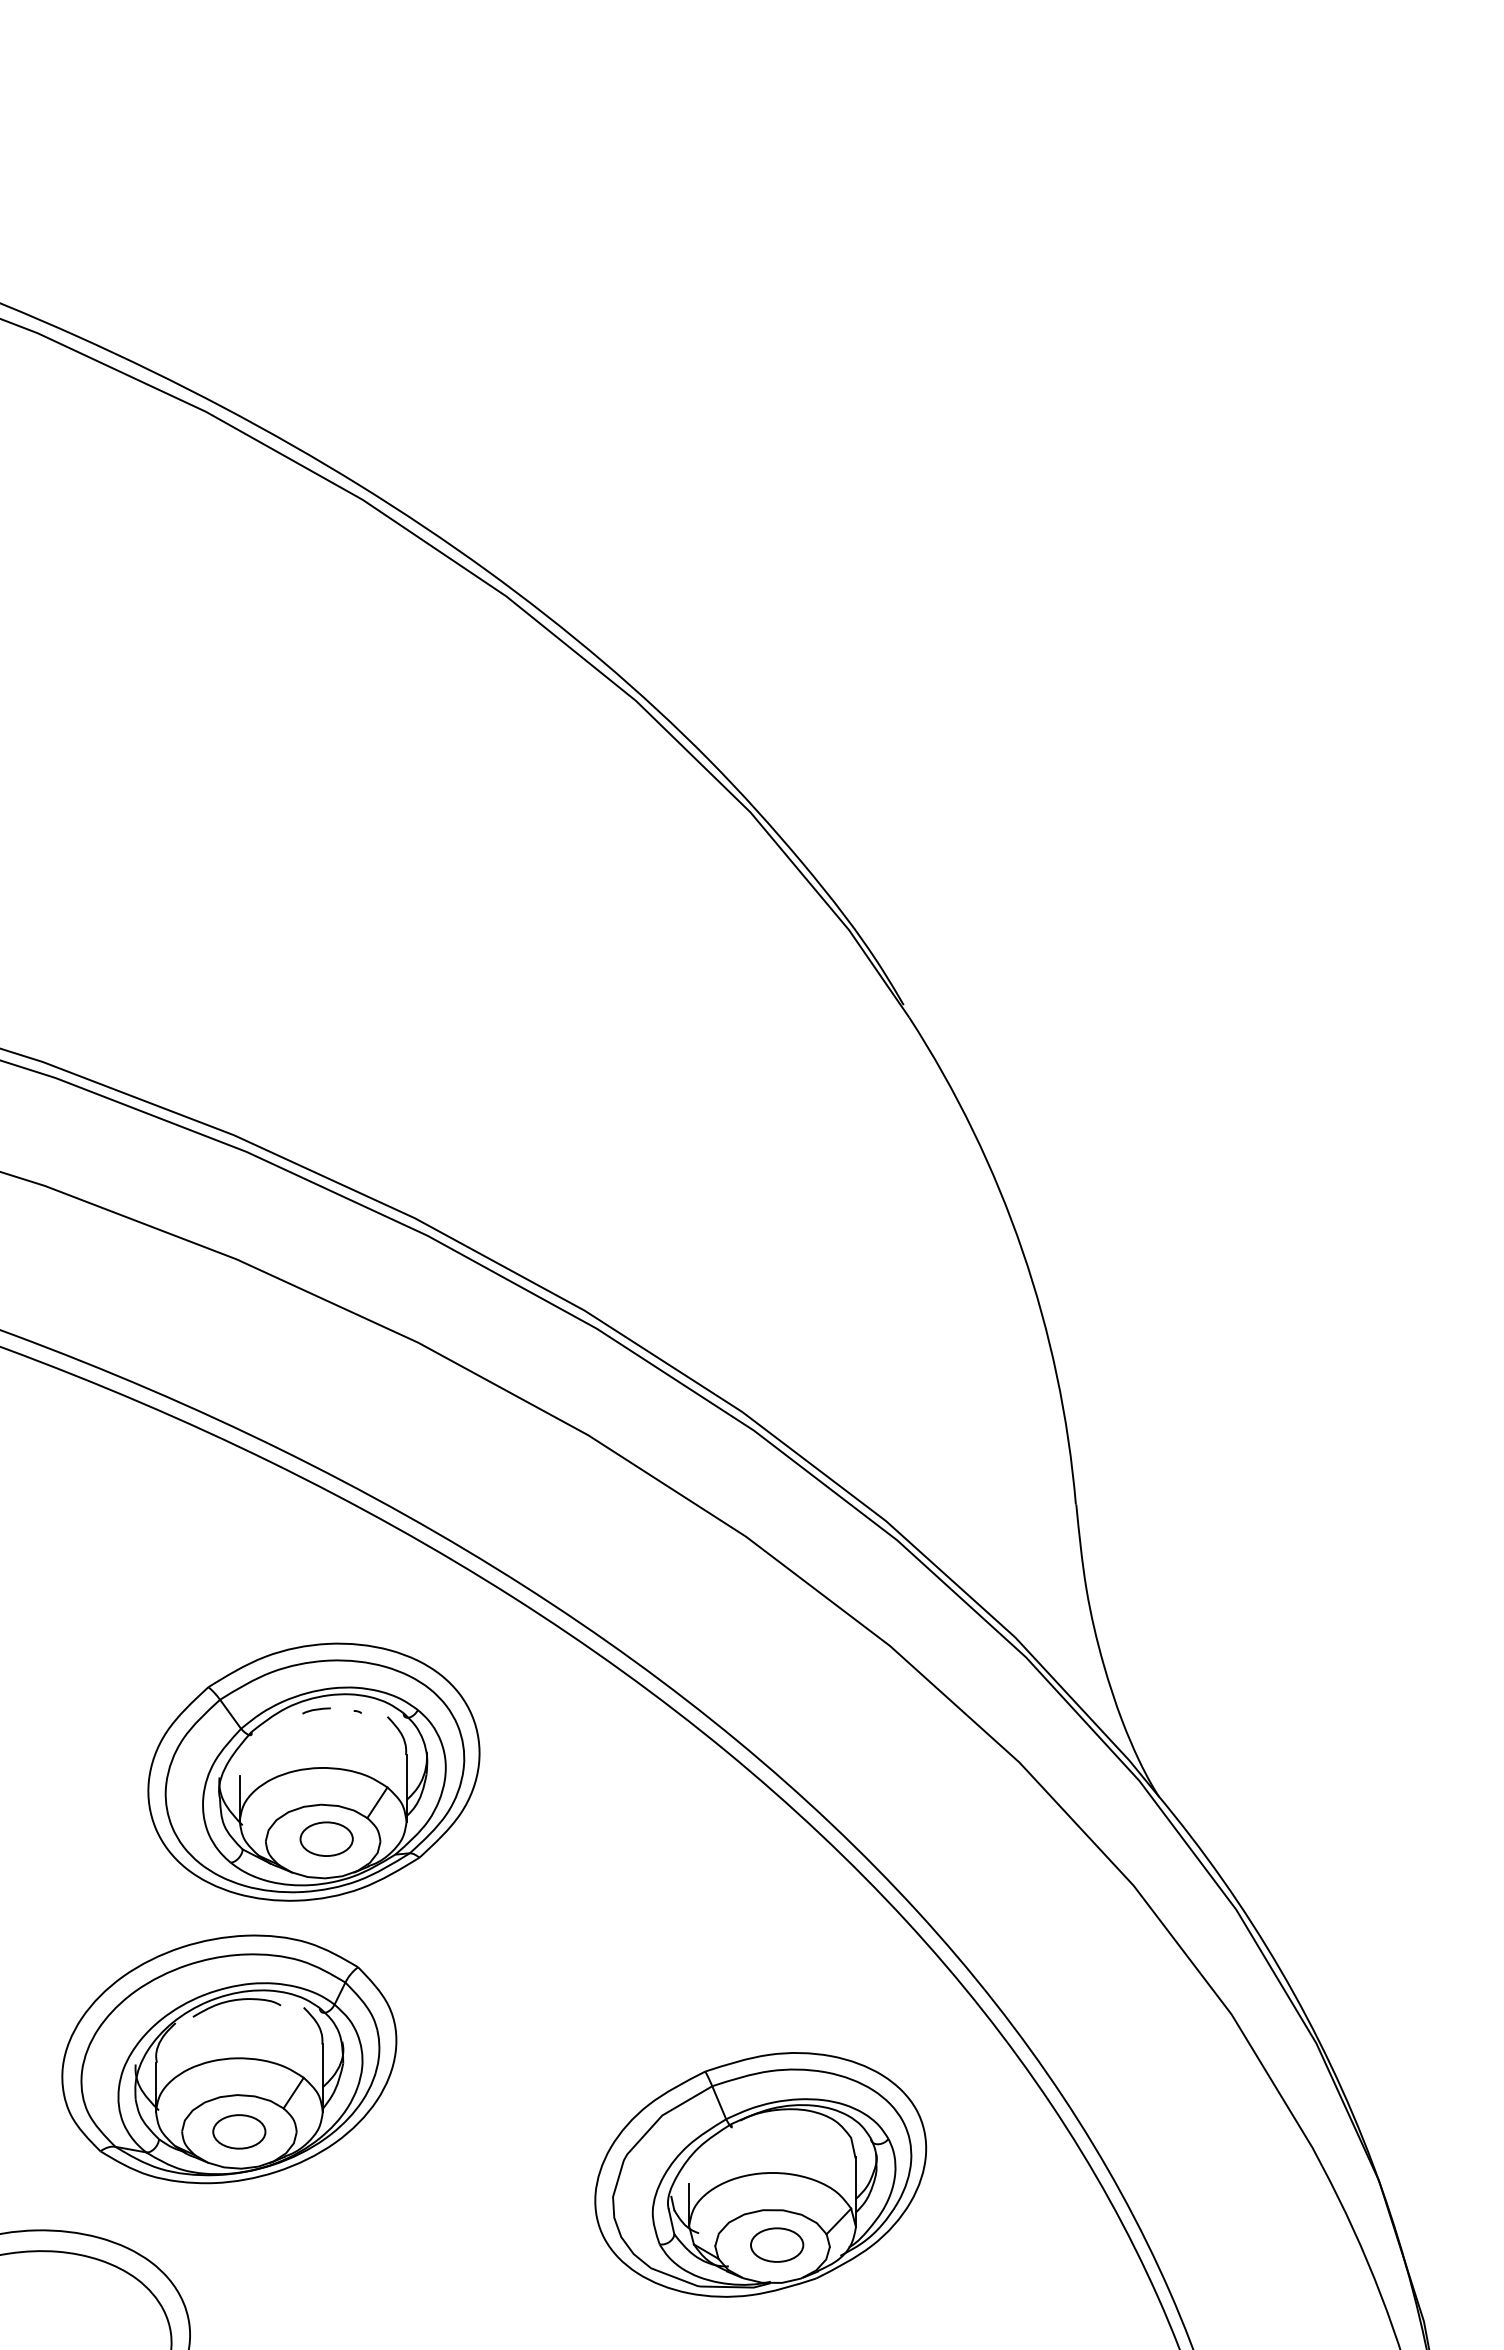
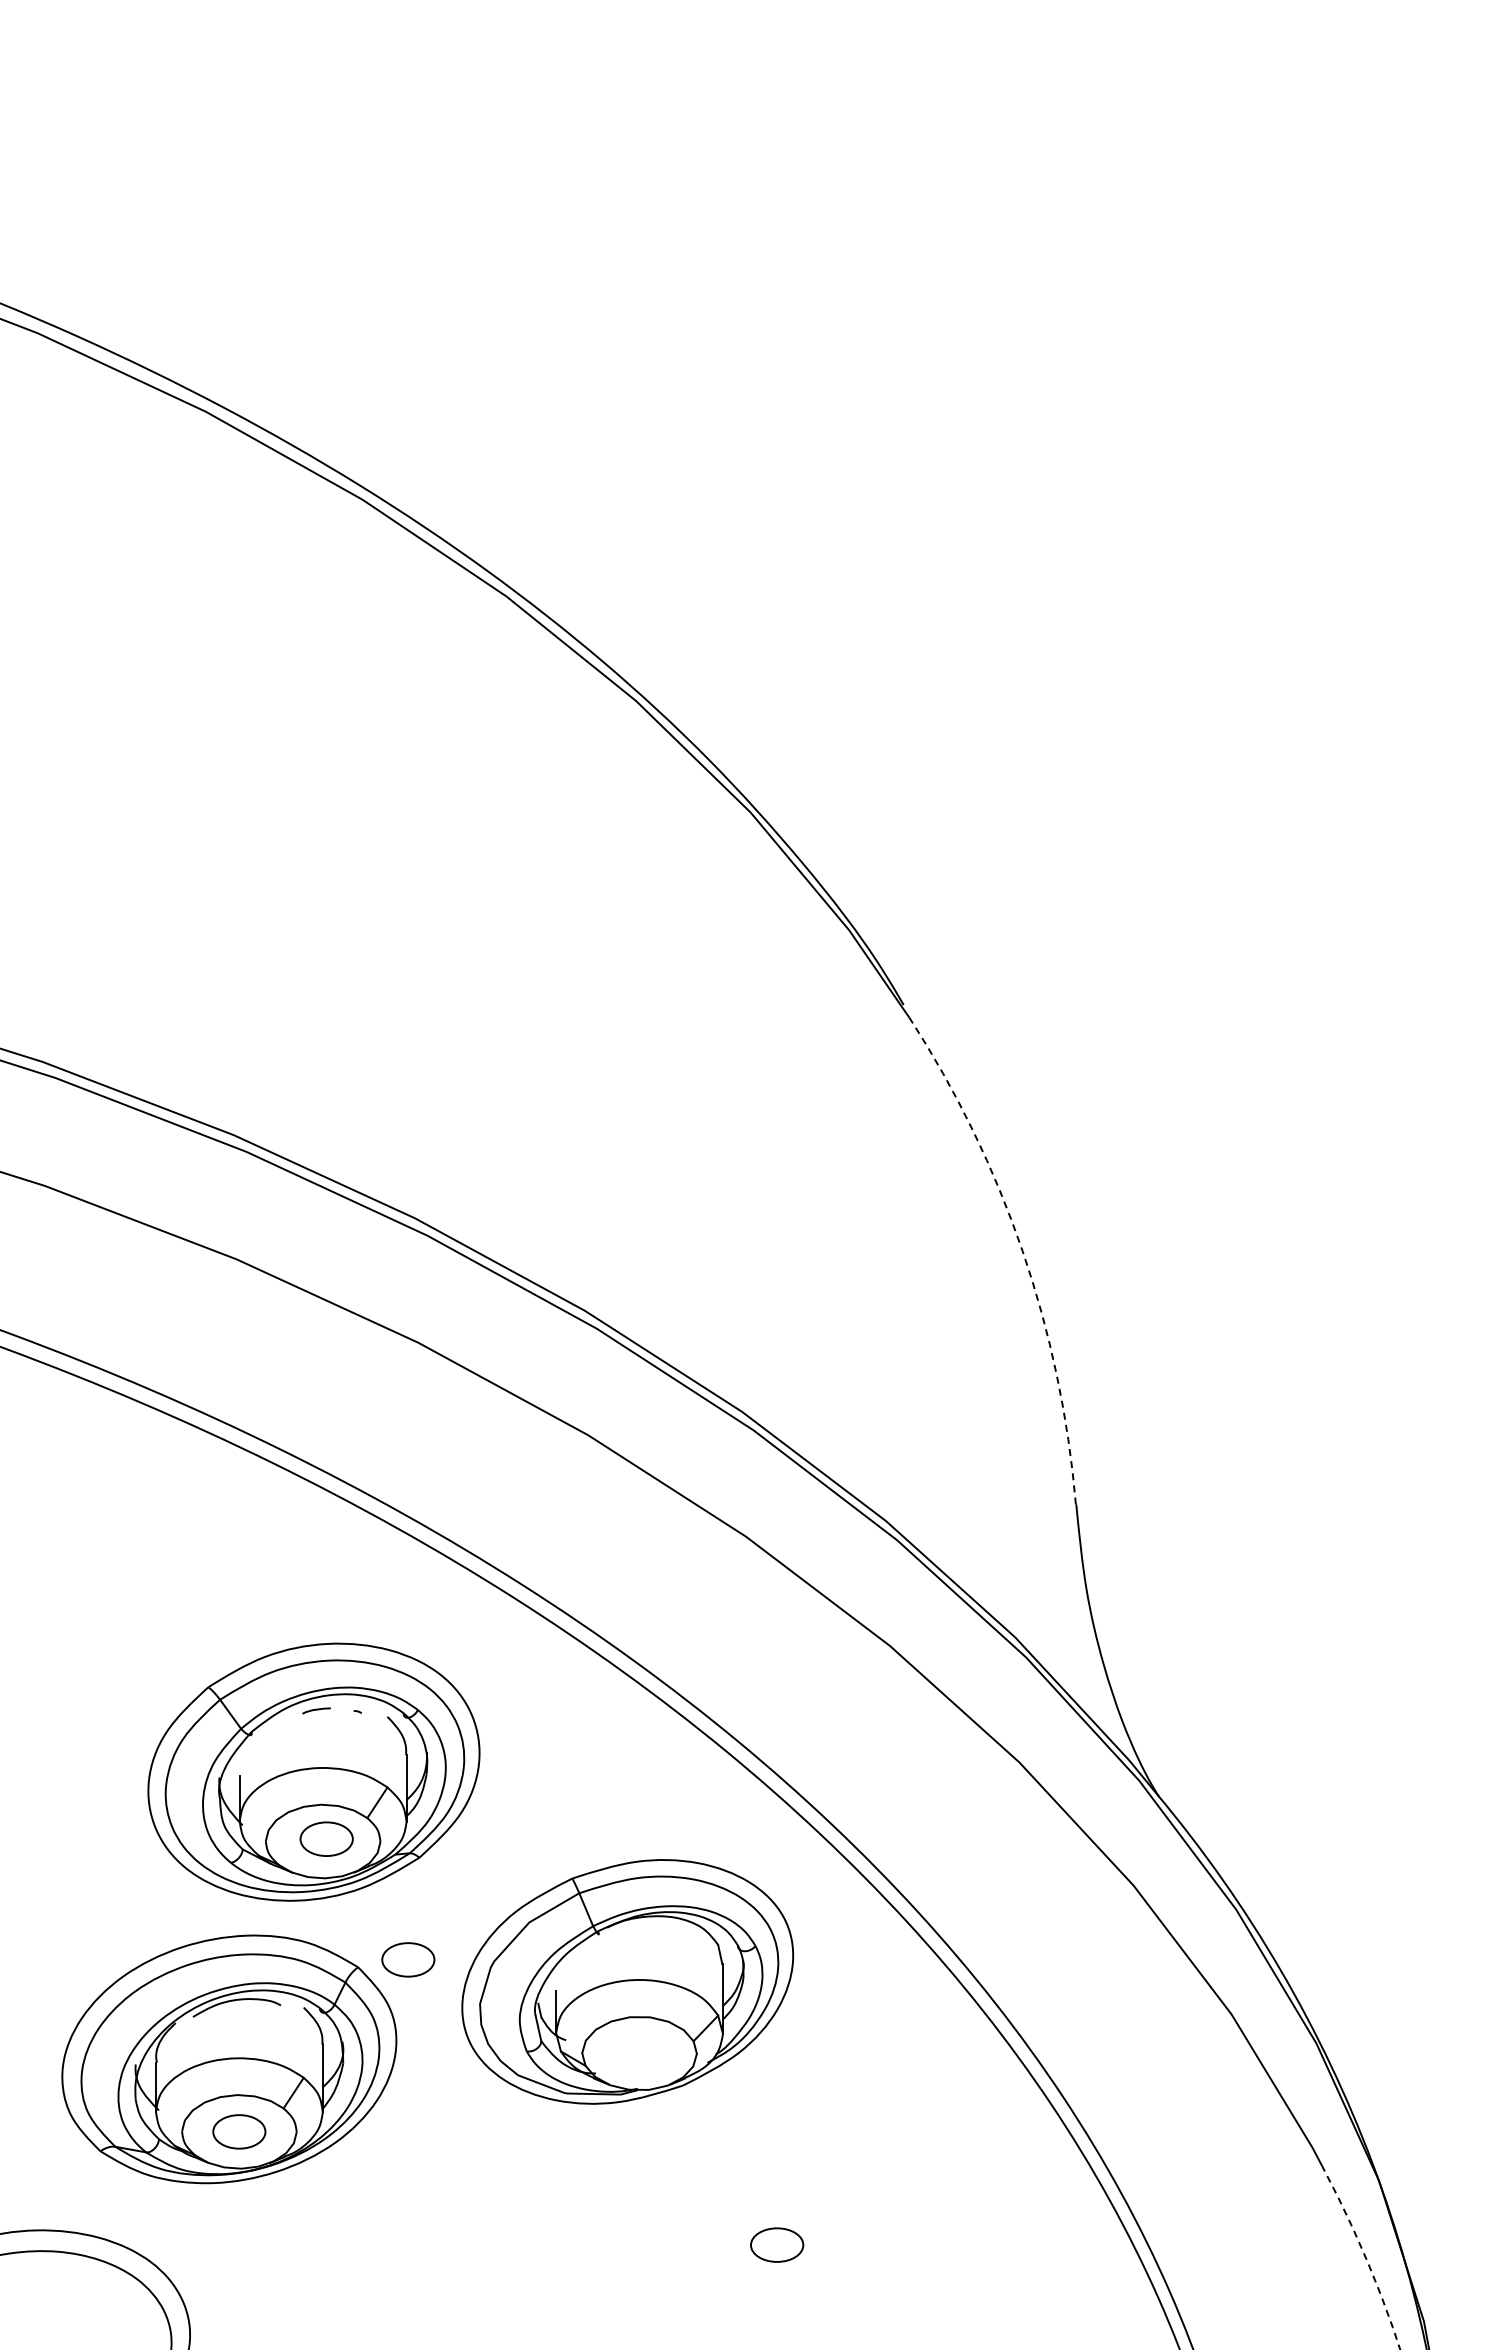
arc at (1022, 1250): solid -> dashed
part at (408, 1959): none -> present
part at (760, 2174) position: (760, 2174) -> (627, 1981)
arc at (1365, 2256): solid -> dashed
